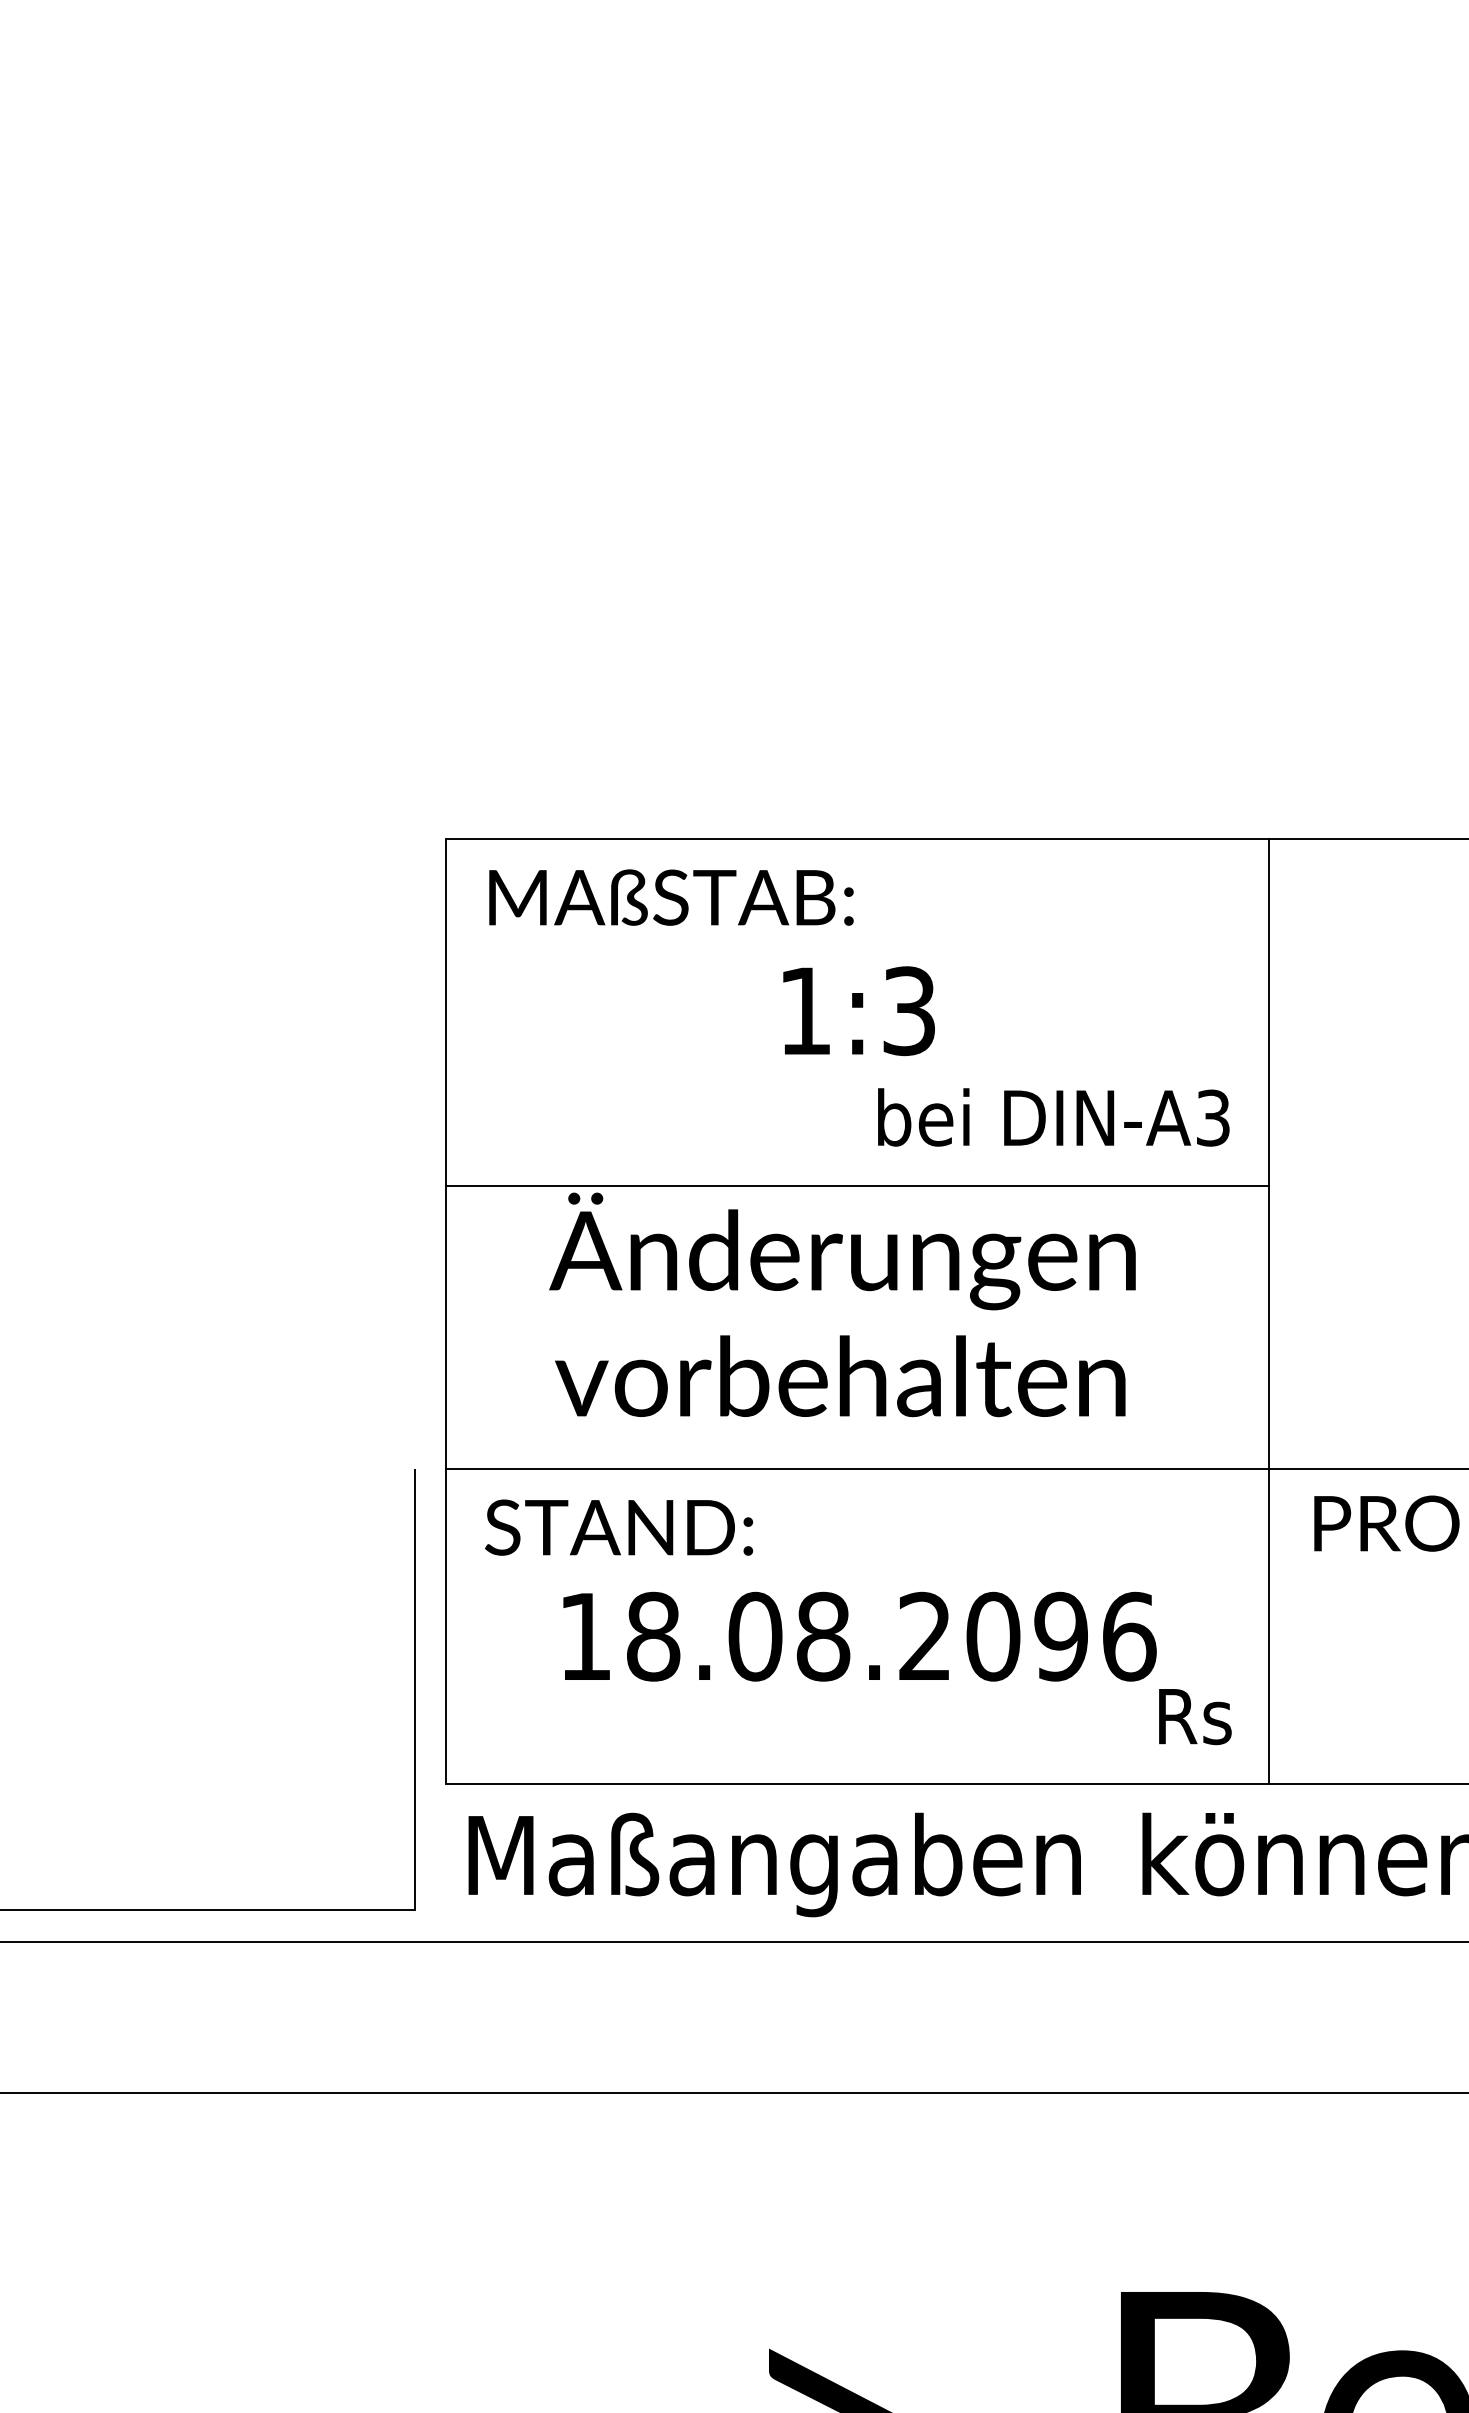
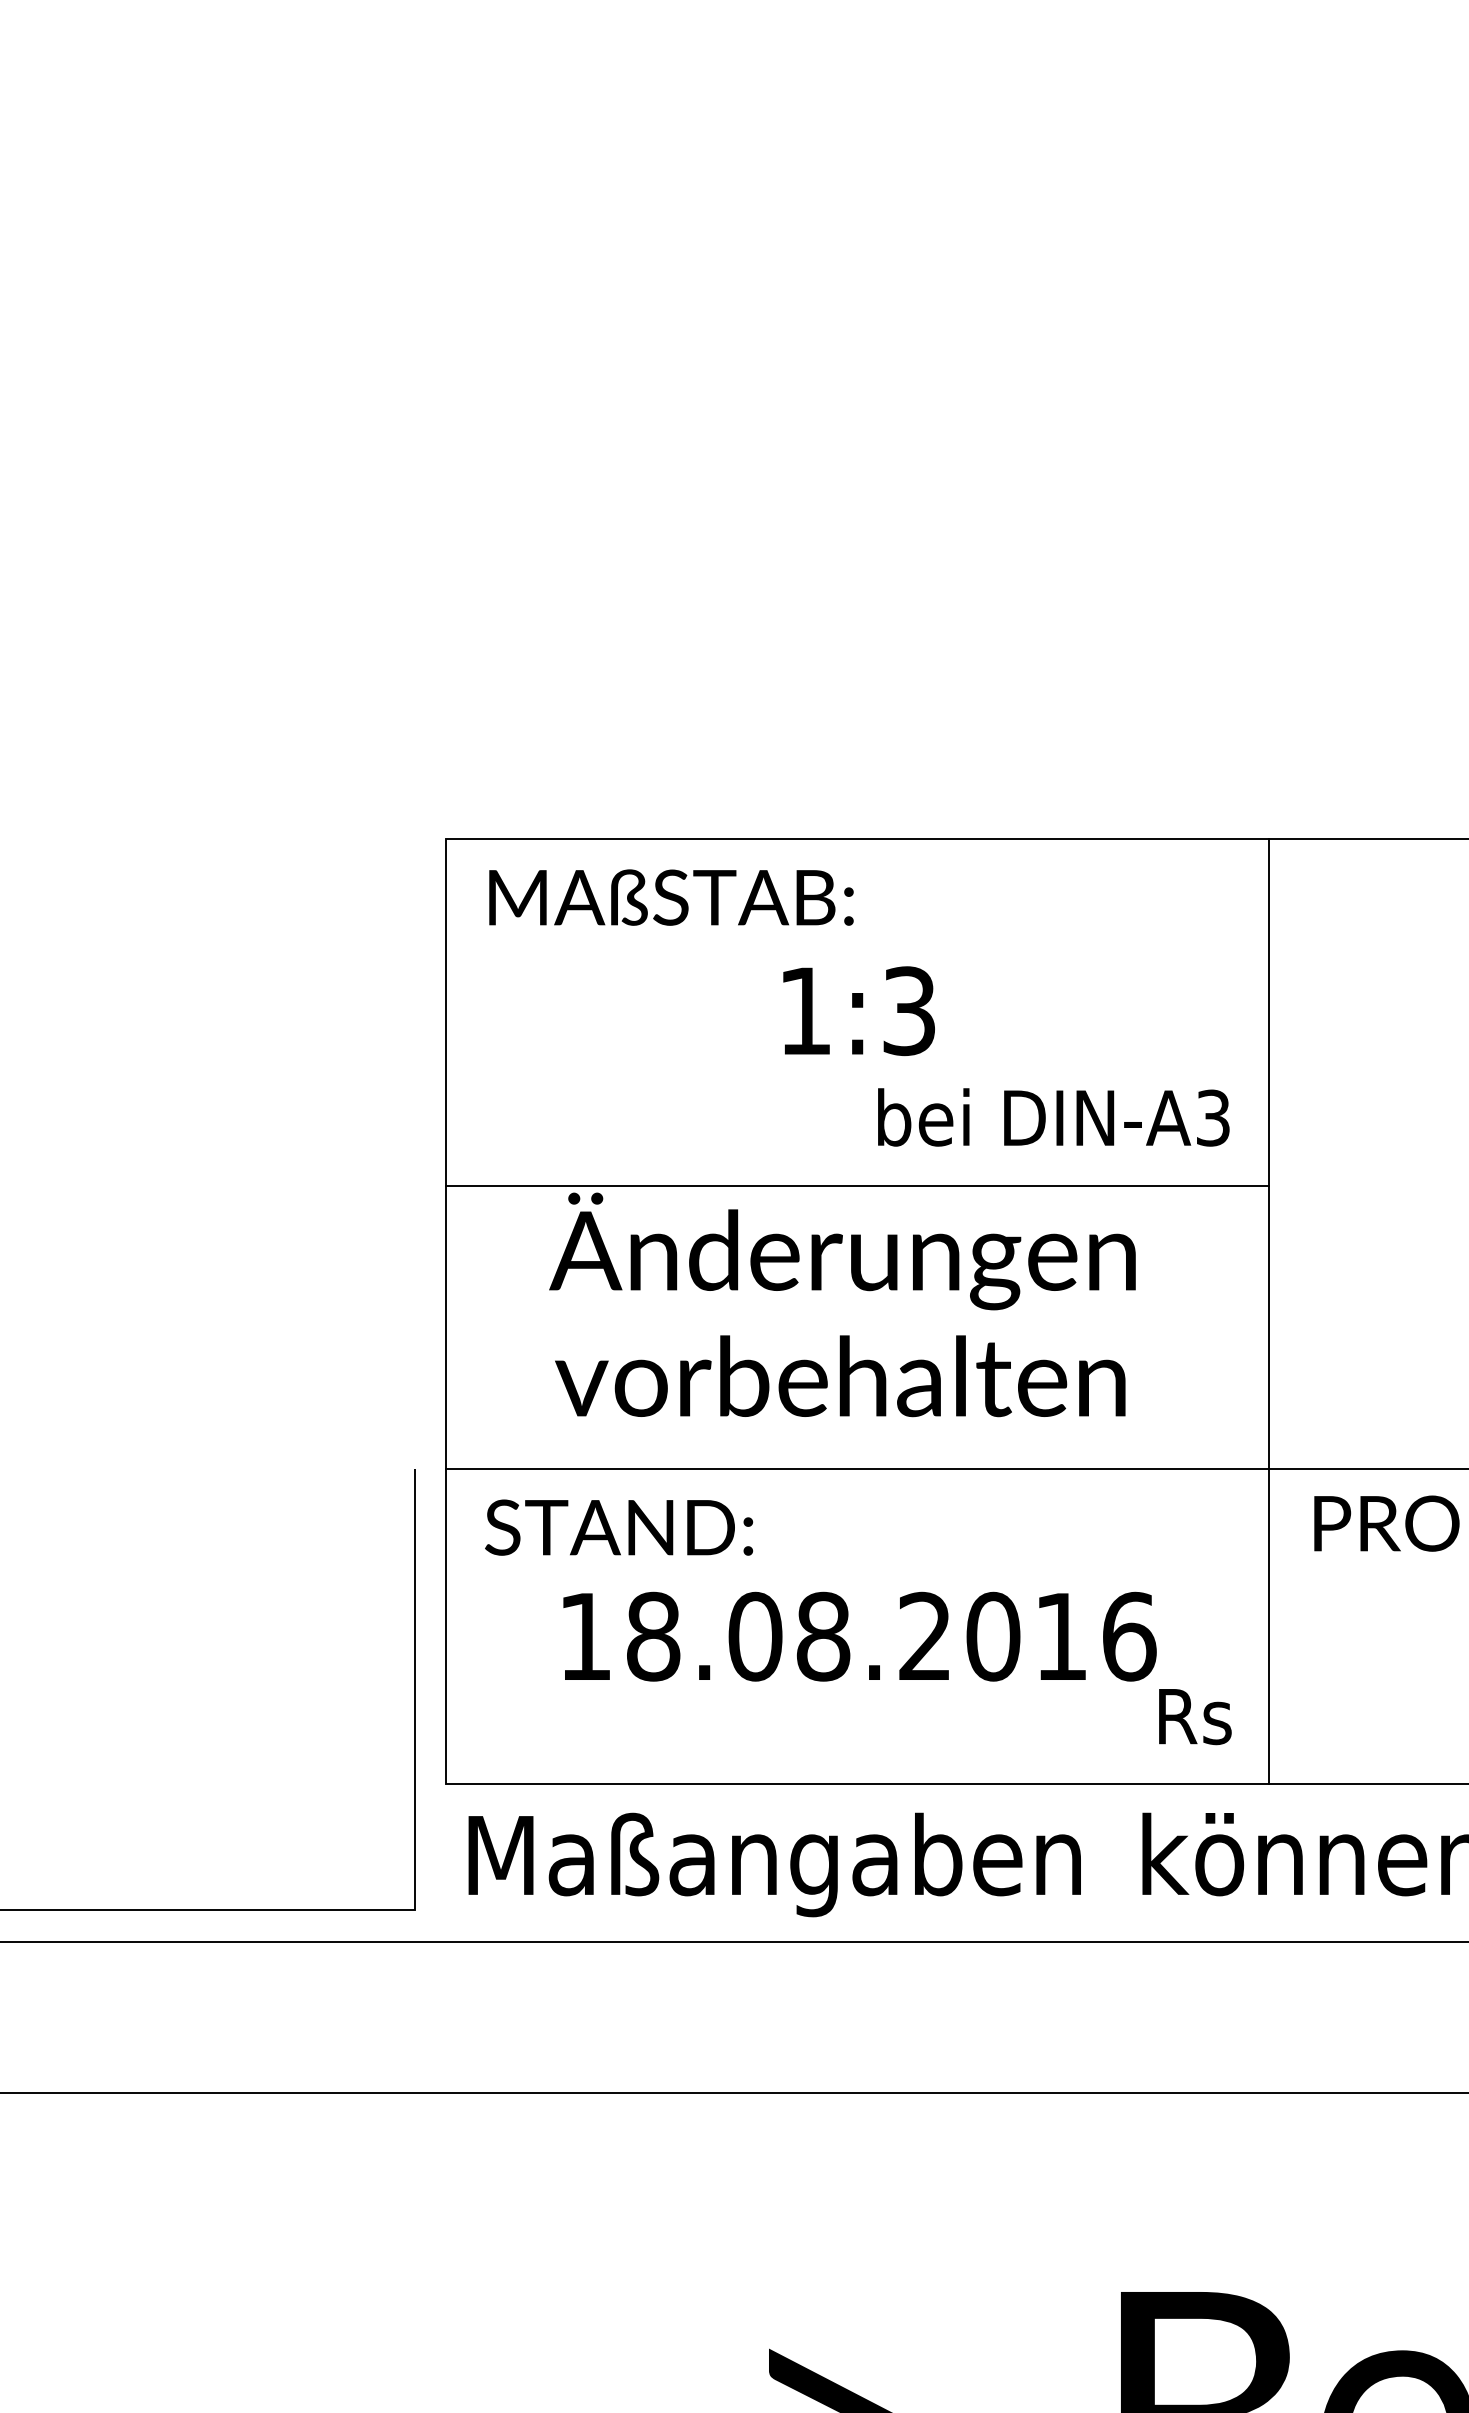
text at (1060, 1636): 18.08.2096 -> 18.08.2016
